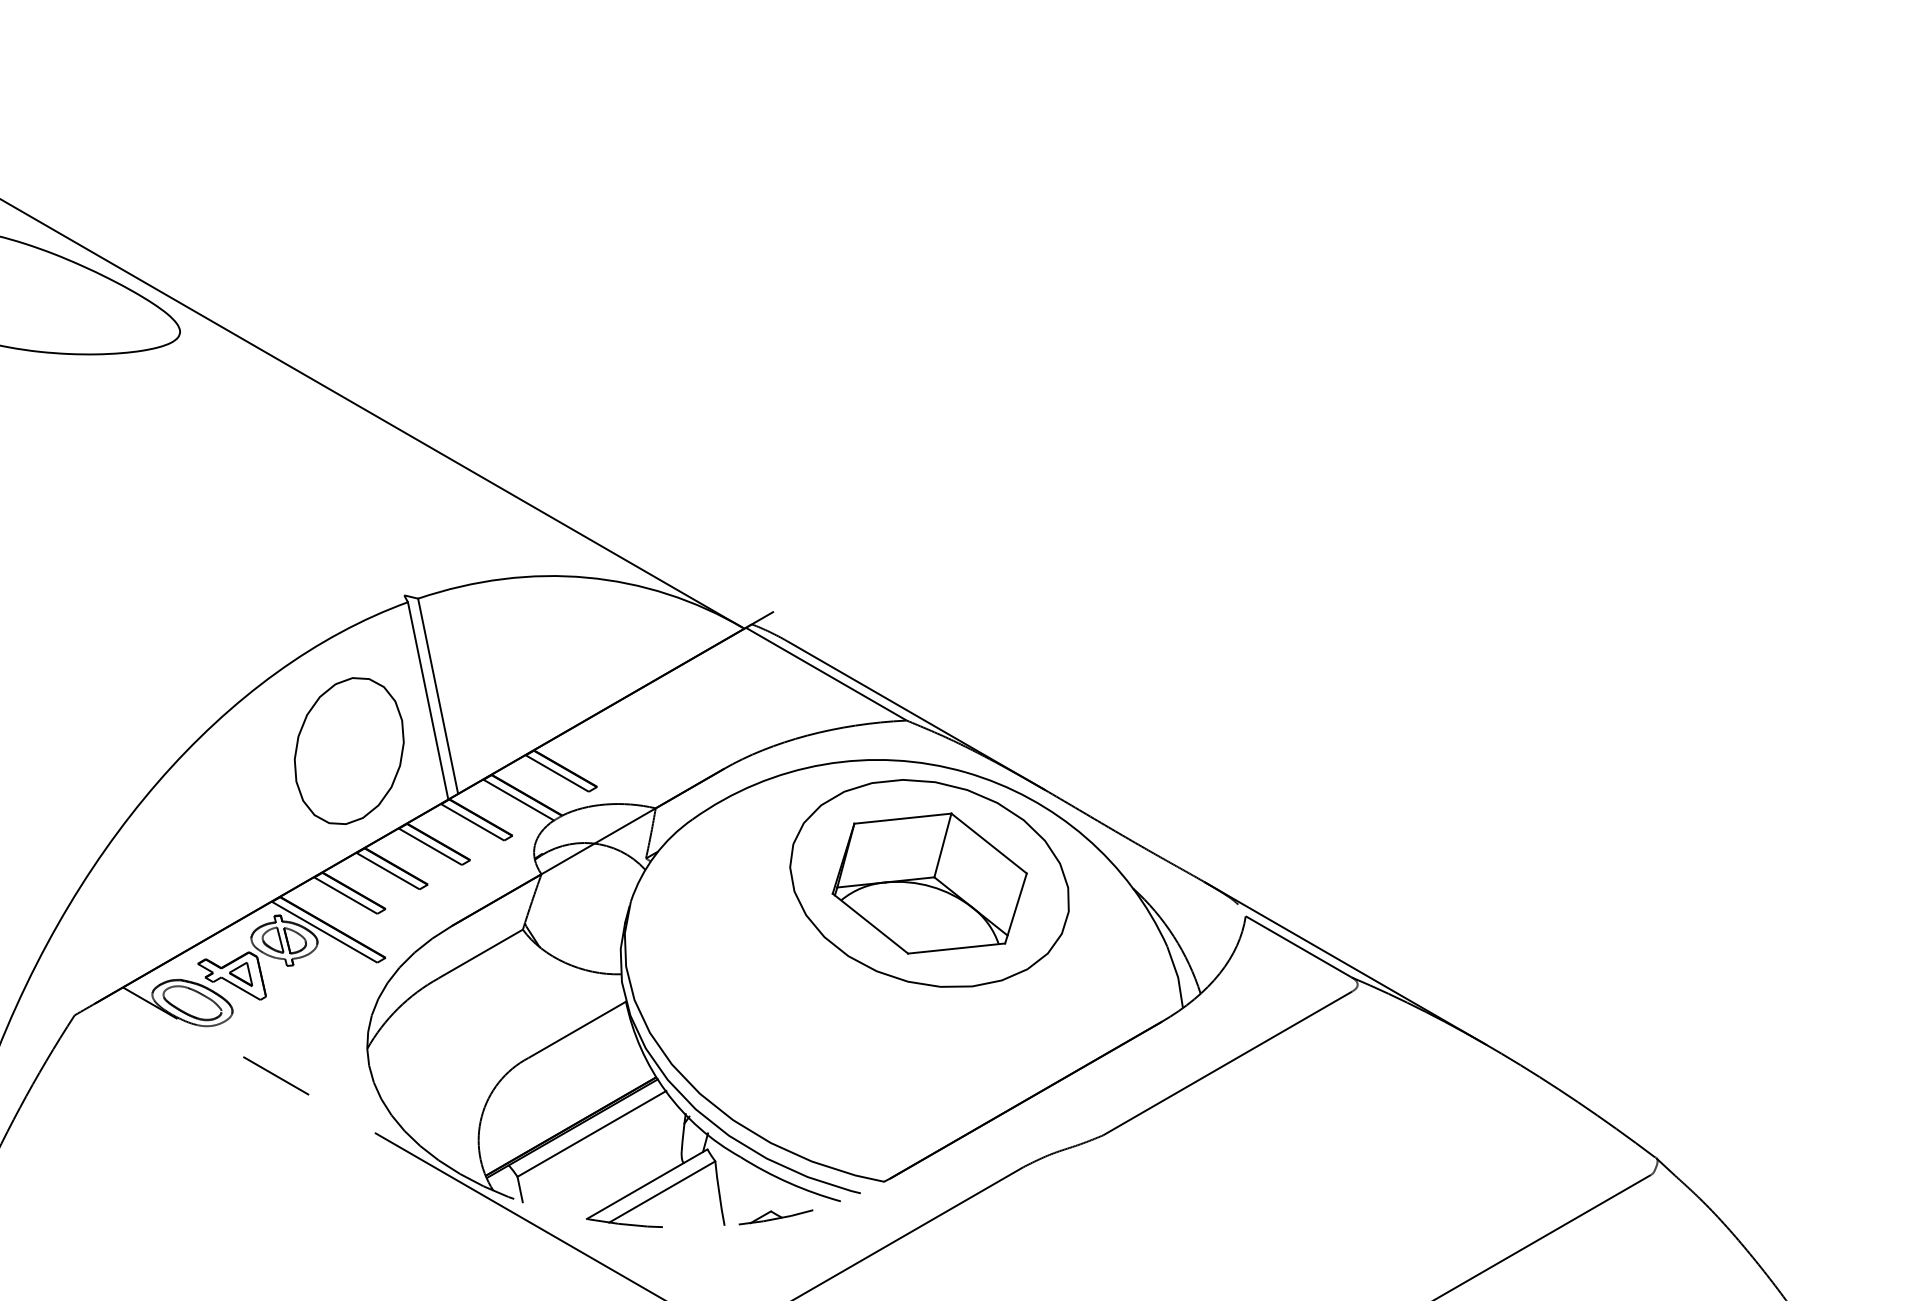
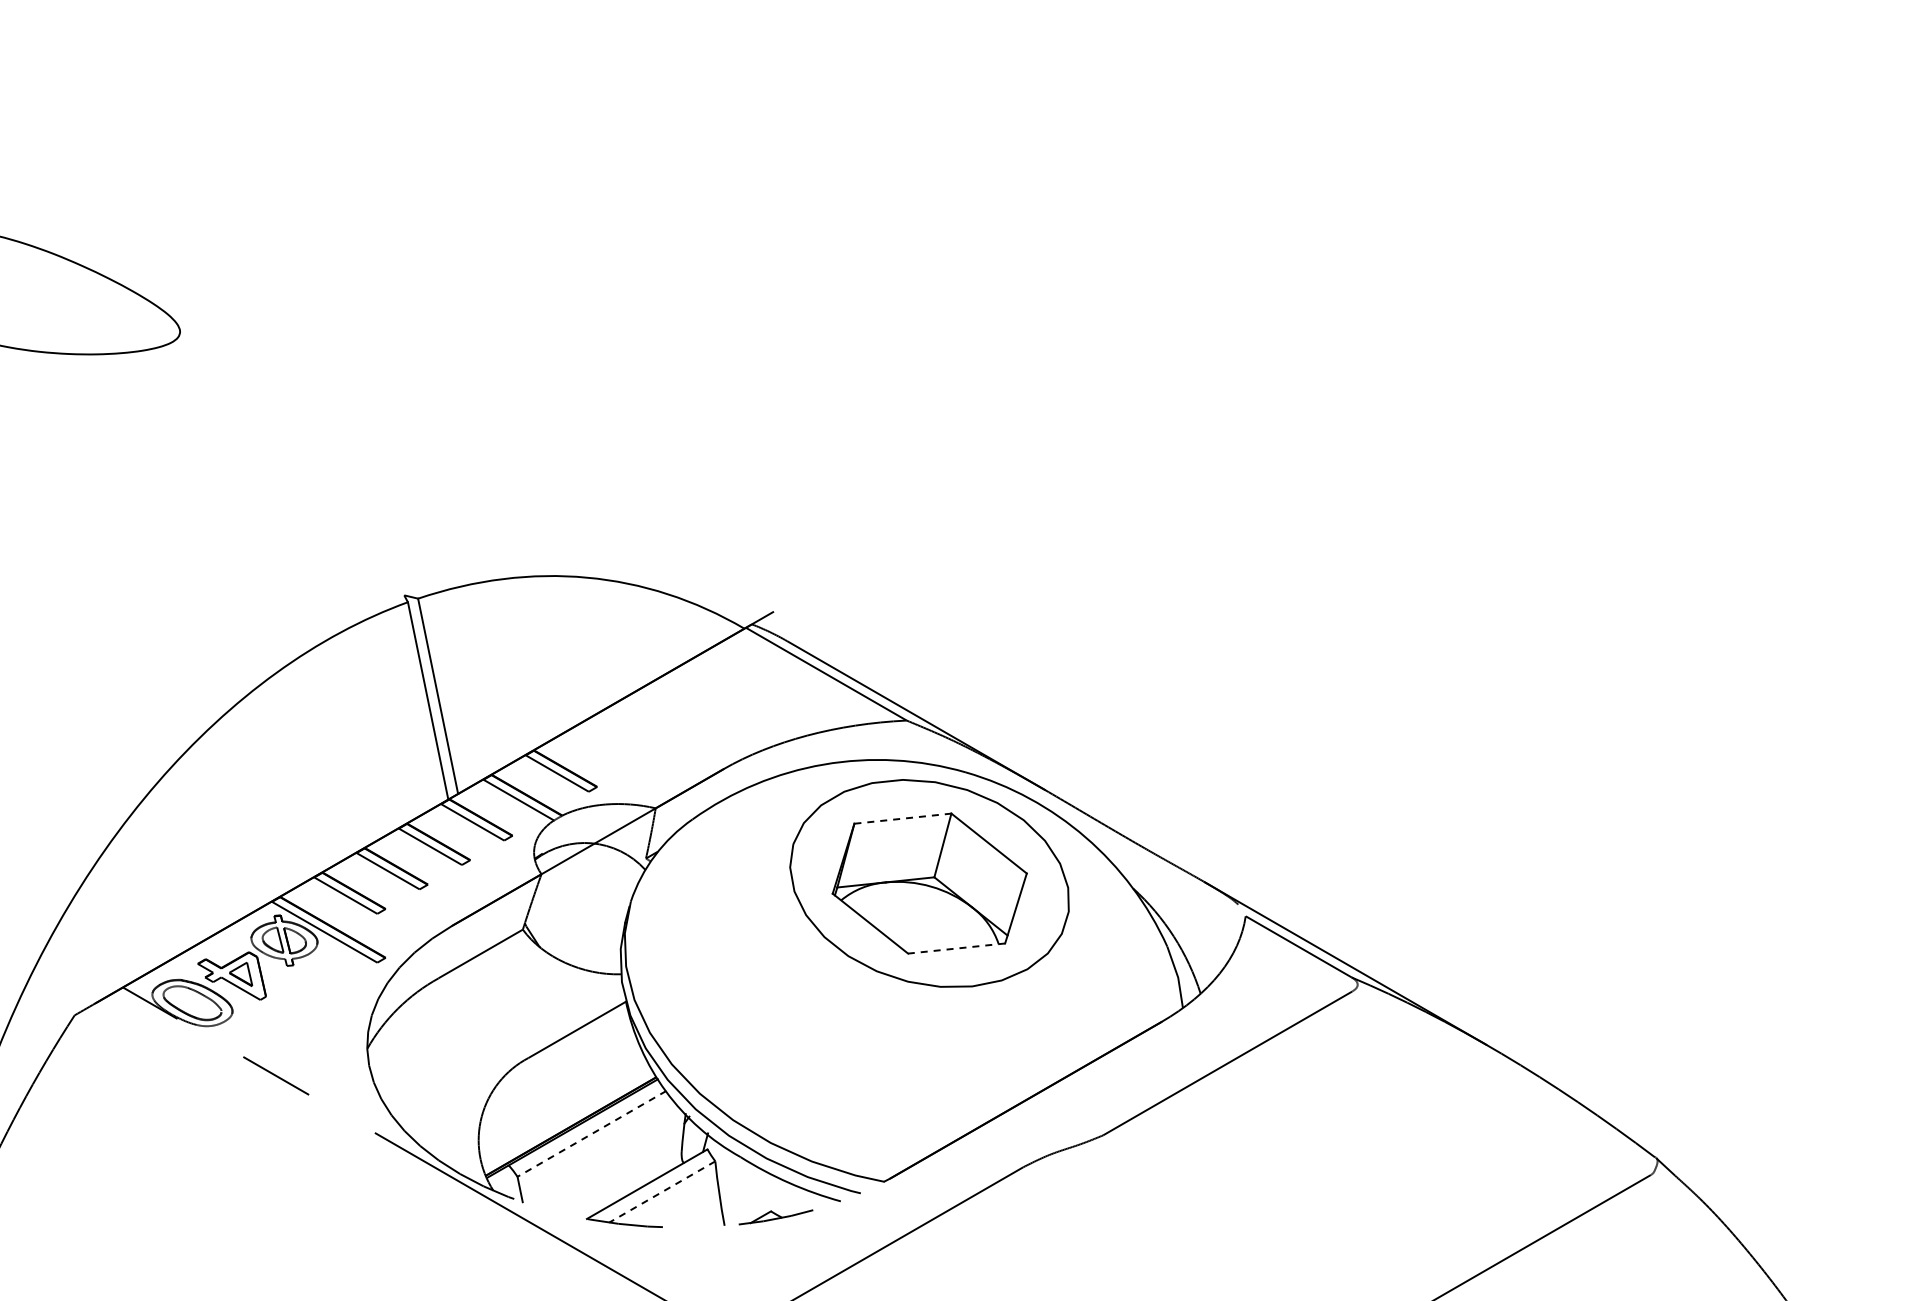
line at (371, 413): present -> none
part at (348, 750): present -> none
line at (902, 818): solid -> dashed
line at (956, 948): solid -> dashed
line at (591, 1133): solid -> dashed
line at (661, 1192): solid -> dashed
